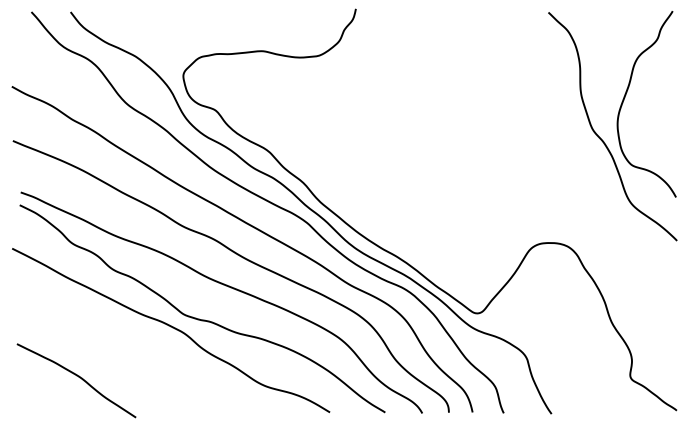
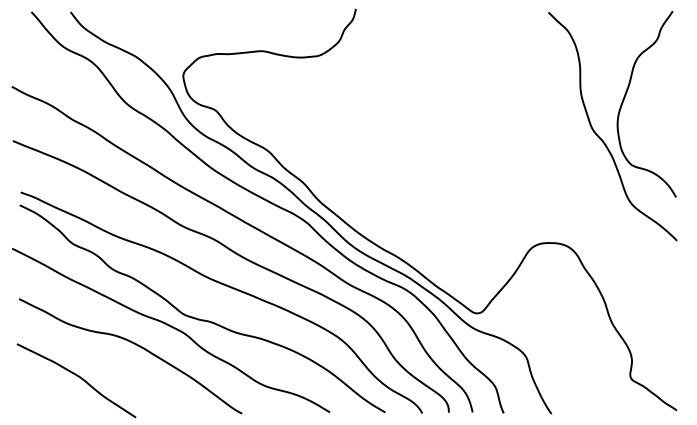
curve at (135, 345): none -> present
